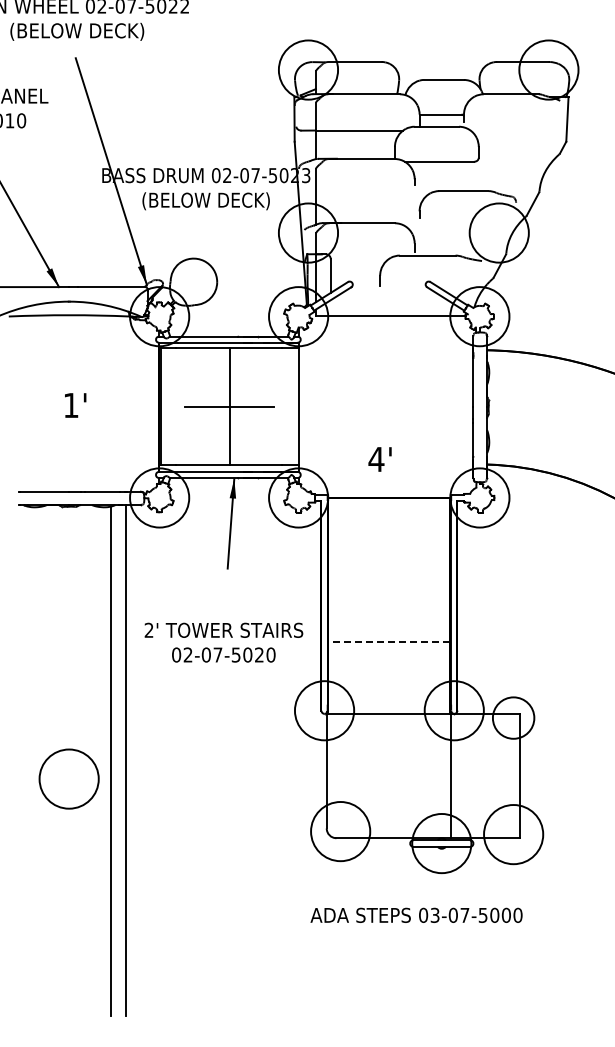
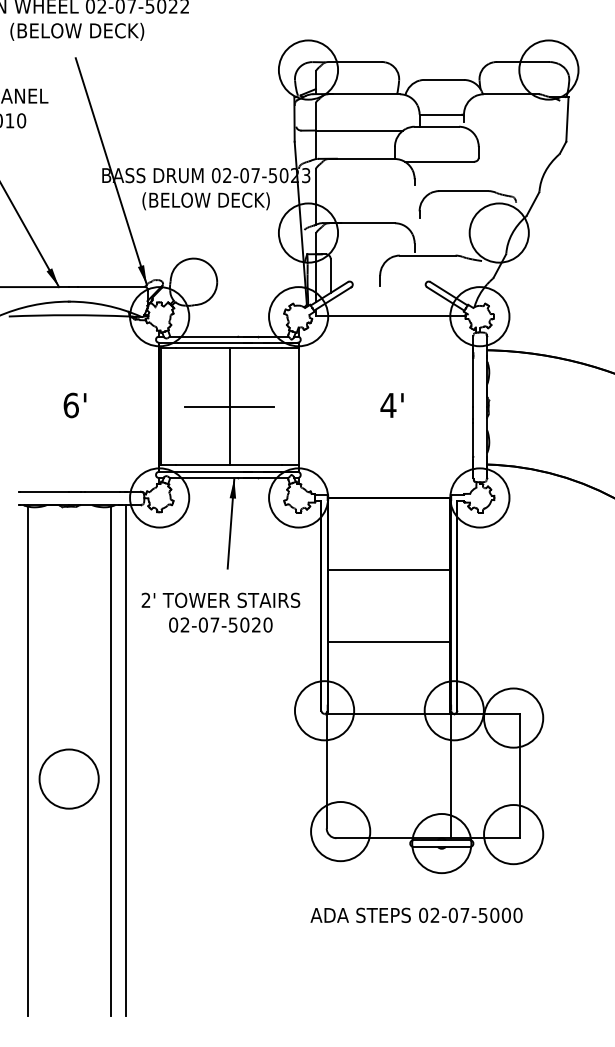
text at (70, 405): 1' -> 6'
text at (379, 459) position: (379, 459) -> (391, 405)
line at (388, 570): none -> present
text at (223, 642) position: (223, 642) -> (220, 612)
line at (388, 642): dashed -> solid
circle at (513, 717) diameter: 41 px -> 59 px
line at (27, 760): none -> present
text at (434, 915): 03-07-5000 -> 02-07-5000
